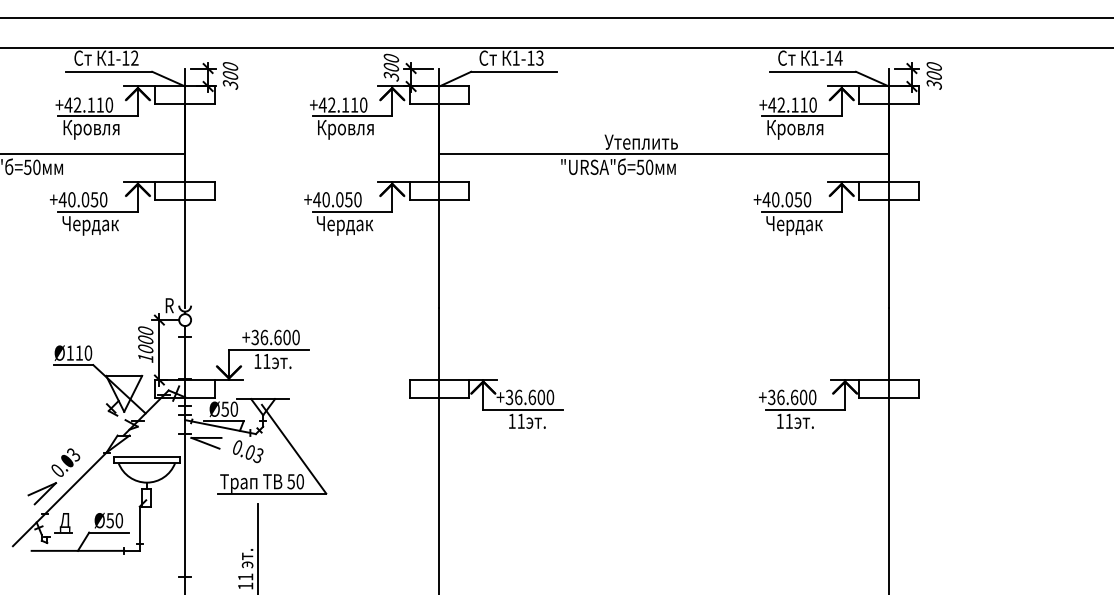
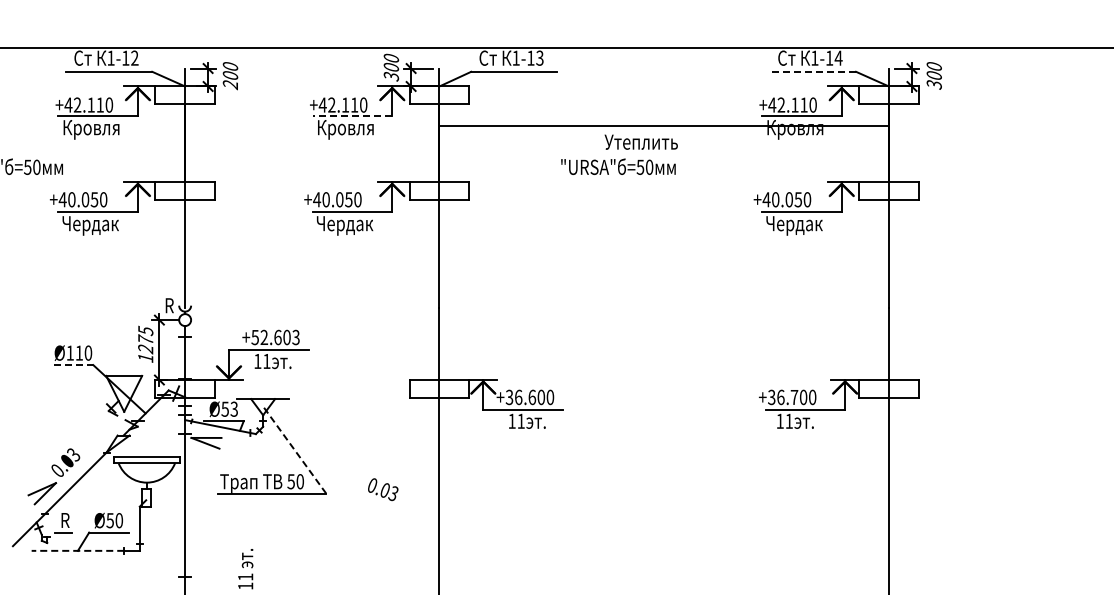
line at (556, 17): present -> none
line at (812, 71): solid -> dashed
text at (230, 85): 300 -> 200
line at (352, 116): solid -> dashed
line at (93, 153): present -> none
line at (663, 153) position: (663, 153) -> (663, 125)
text at (275, 337): +36.600 -> +52.603
text at (145, 339): 1000 -> 1275
line at (73, 365): solid -> dashed
text at (794, 397): +36.600 -> +36.700
text at (234, 408): Ø50 -> Ø53
line at (294, 449): solid -> dashed
text at (248, 451) position: (248, 451) -> (383, 489)
text at (64, 522): Д -> R
line at (258, 547): present -> none
line at (77, 550): solid -> dashed
